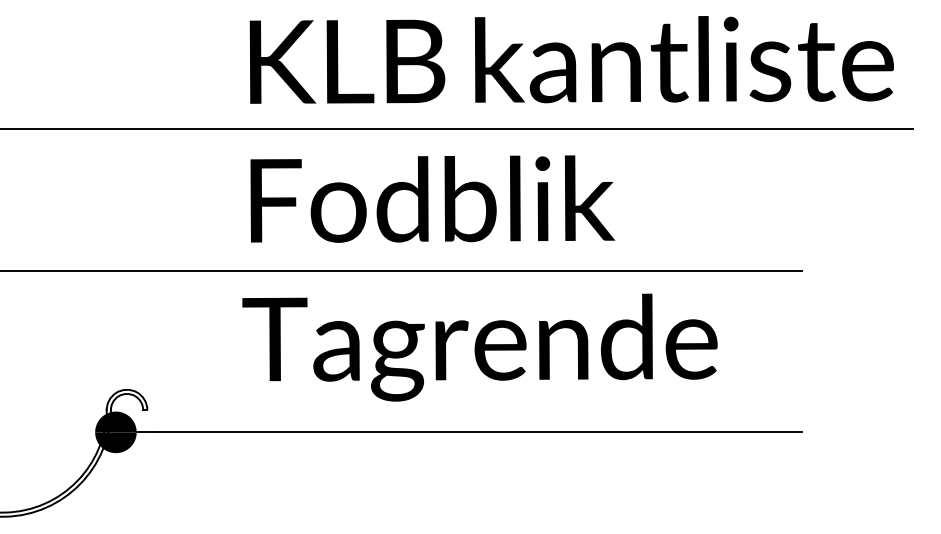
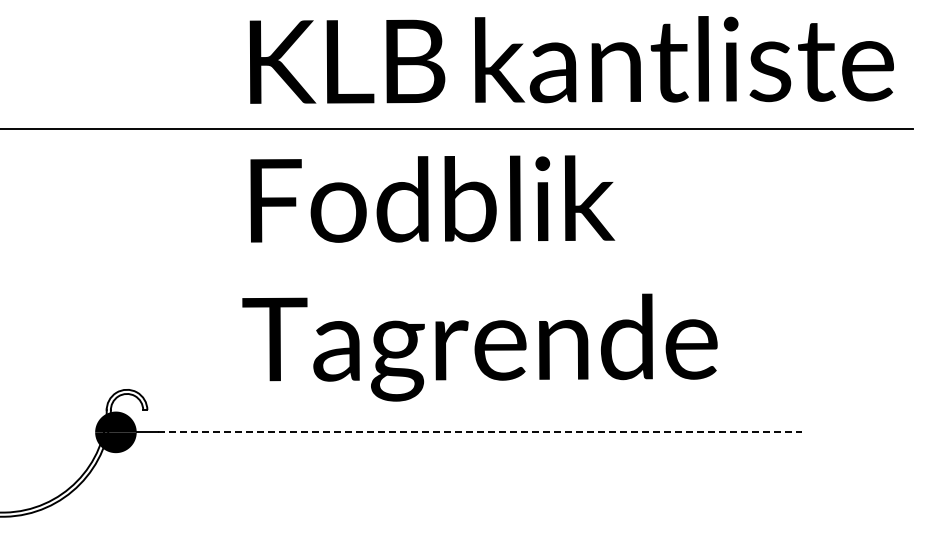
line at (402, 270): present -> none
line at (480, 432): solid -> dashed
